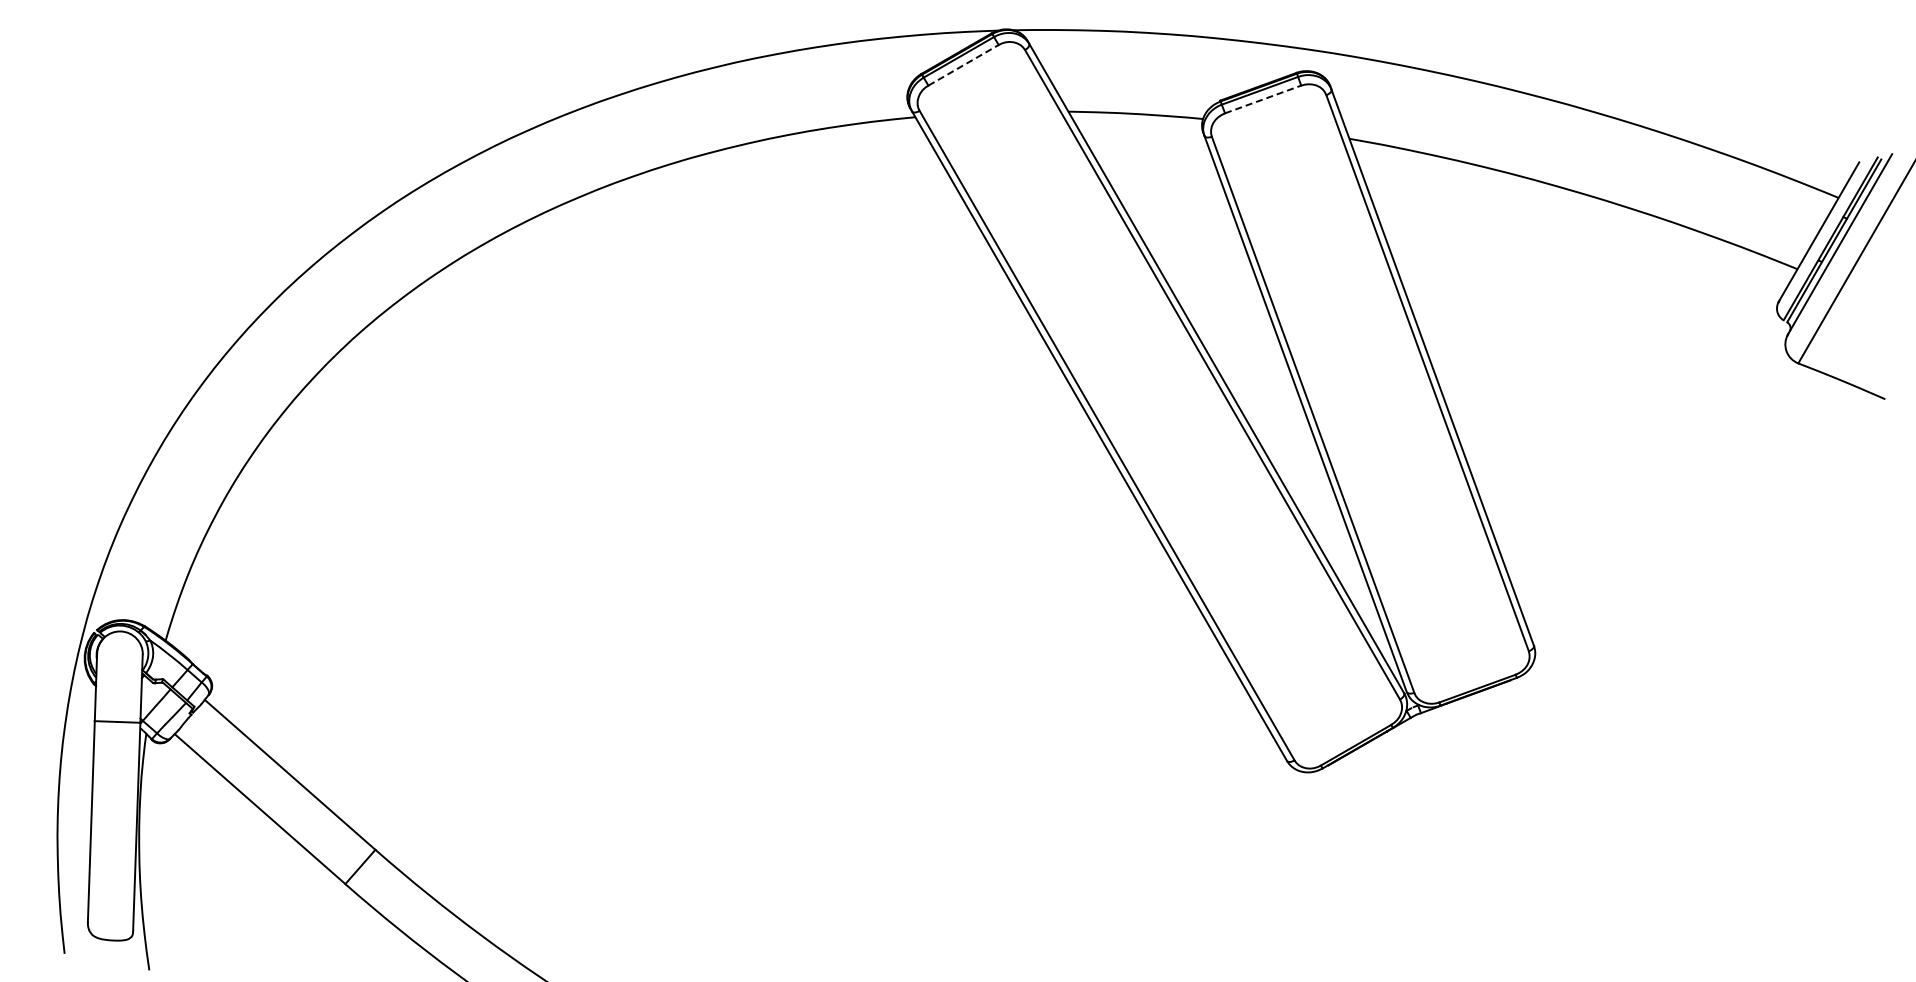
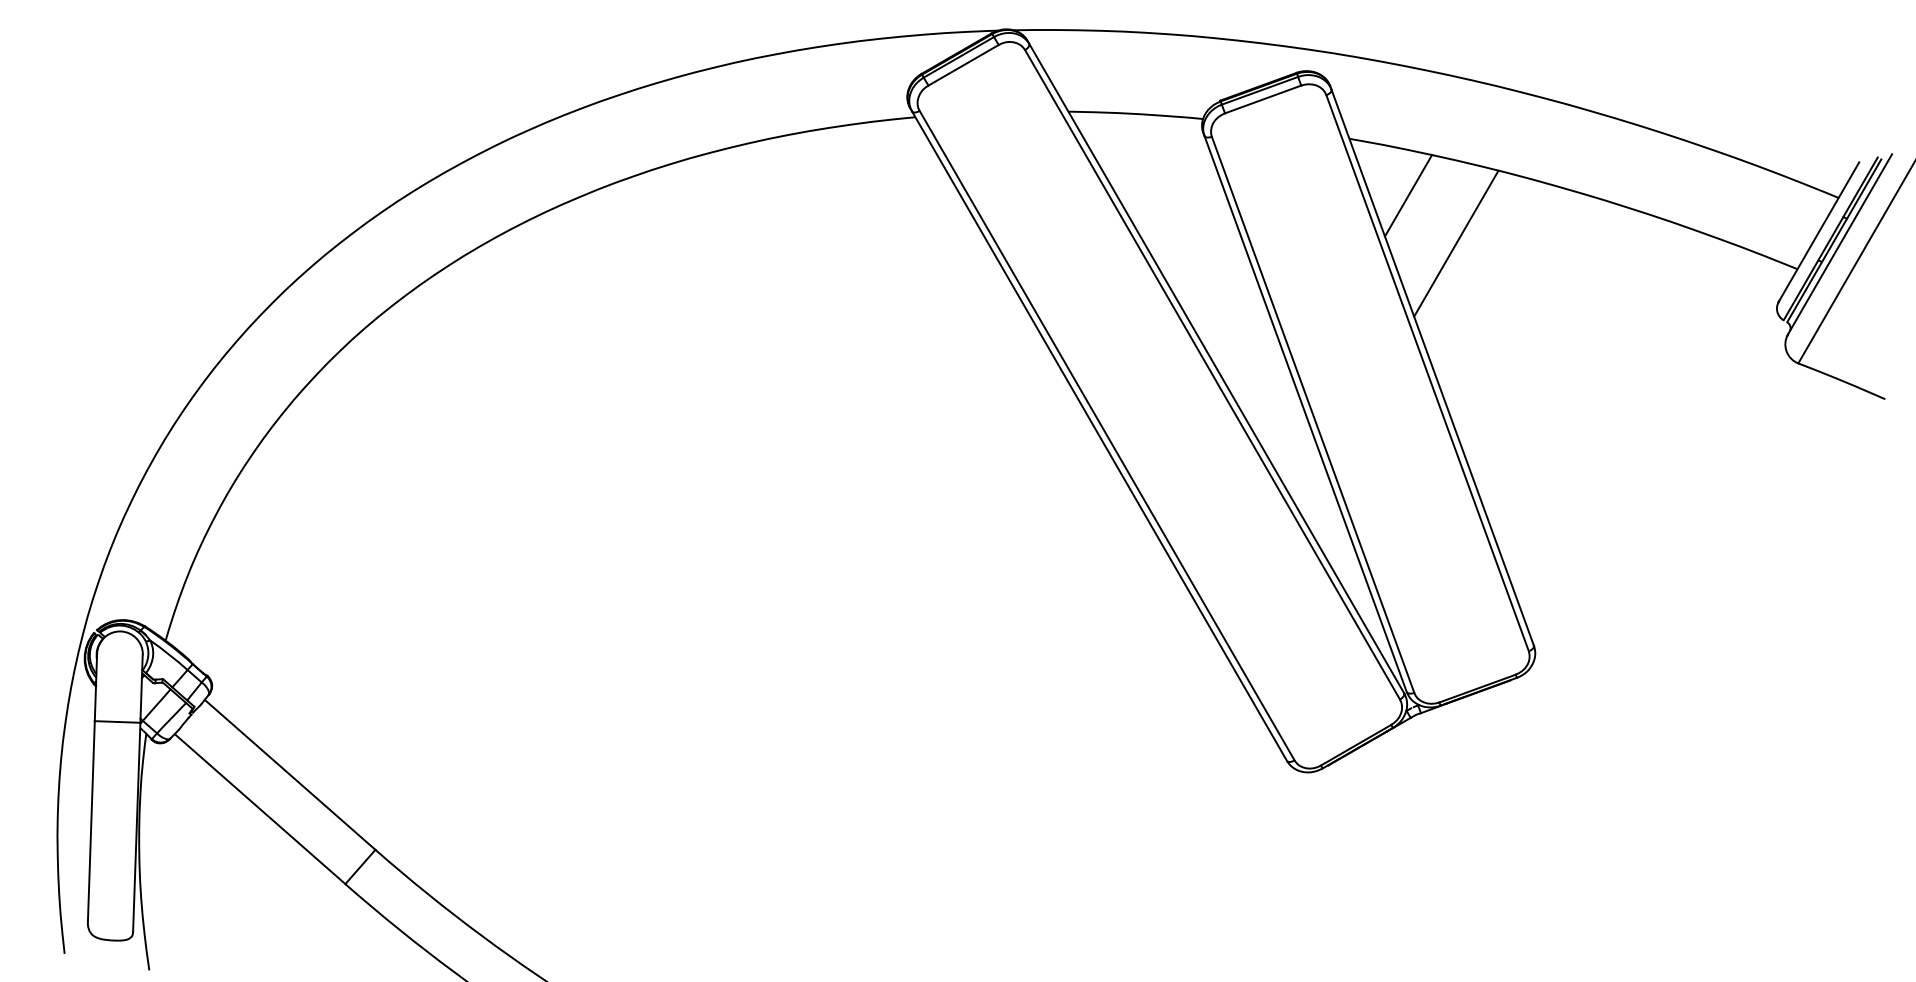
line at (963, 65): dashed -> solid
line at (1263, 99): dashed -> solid
line at (1408, 195): none -> present
line at (1456, 243): none -> present
